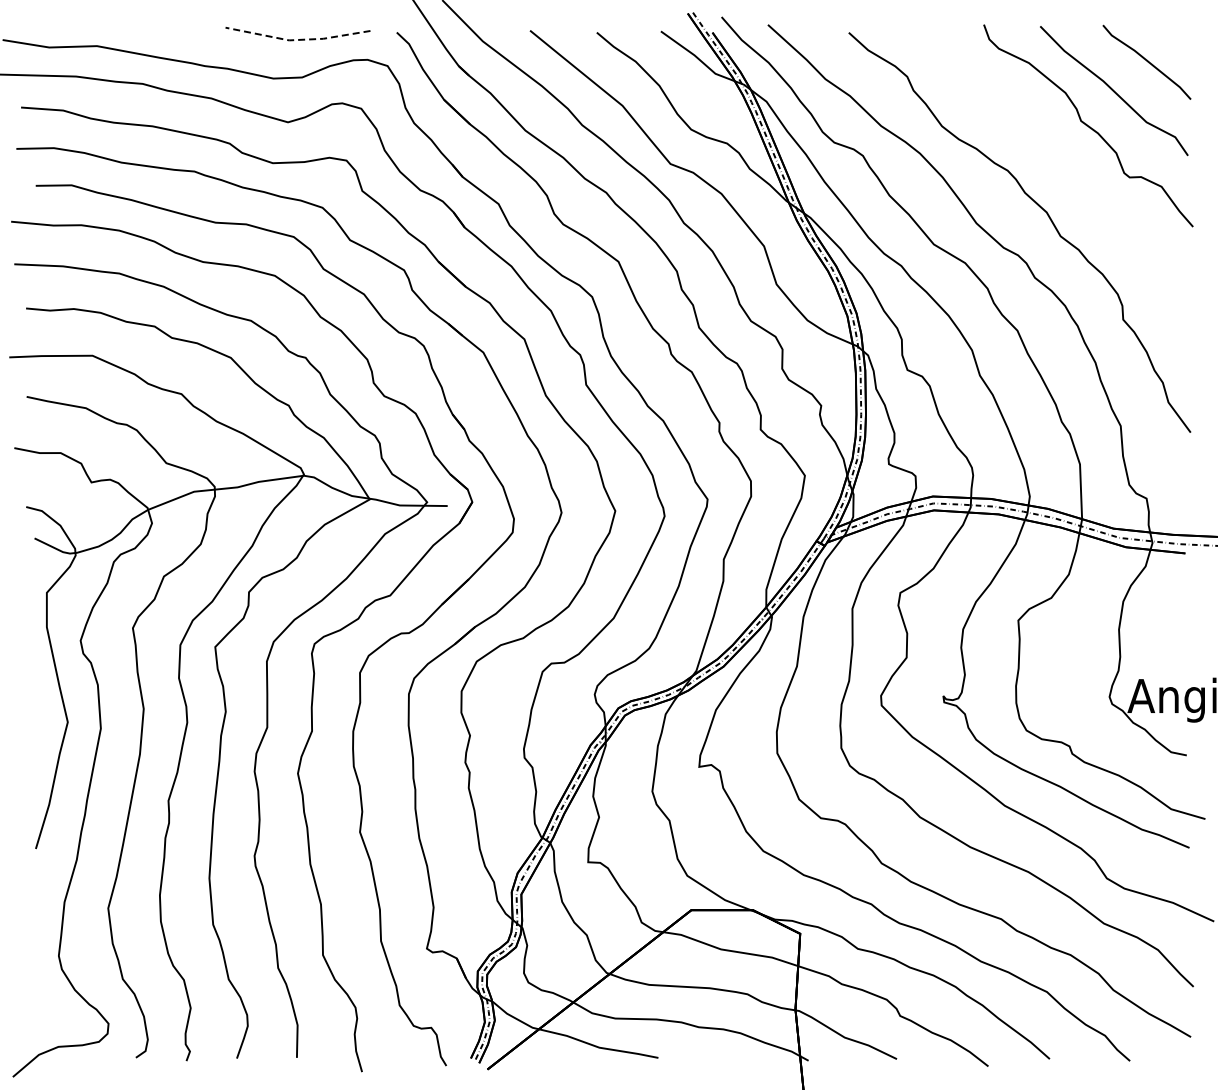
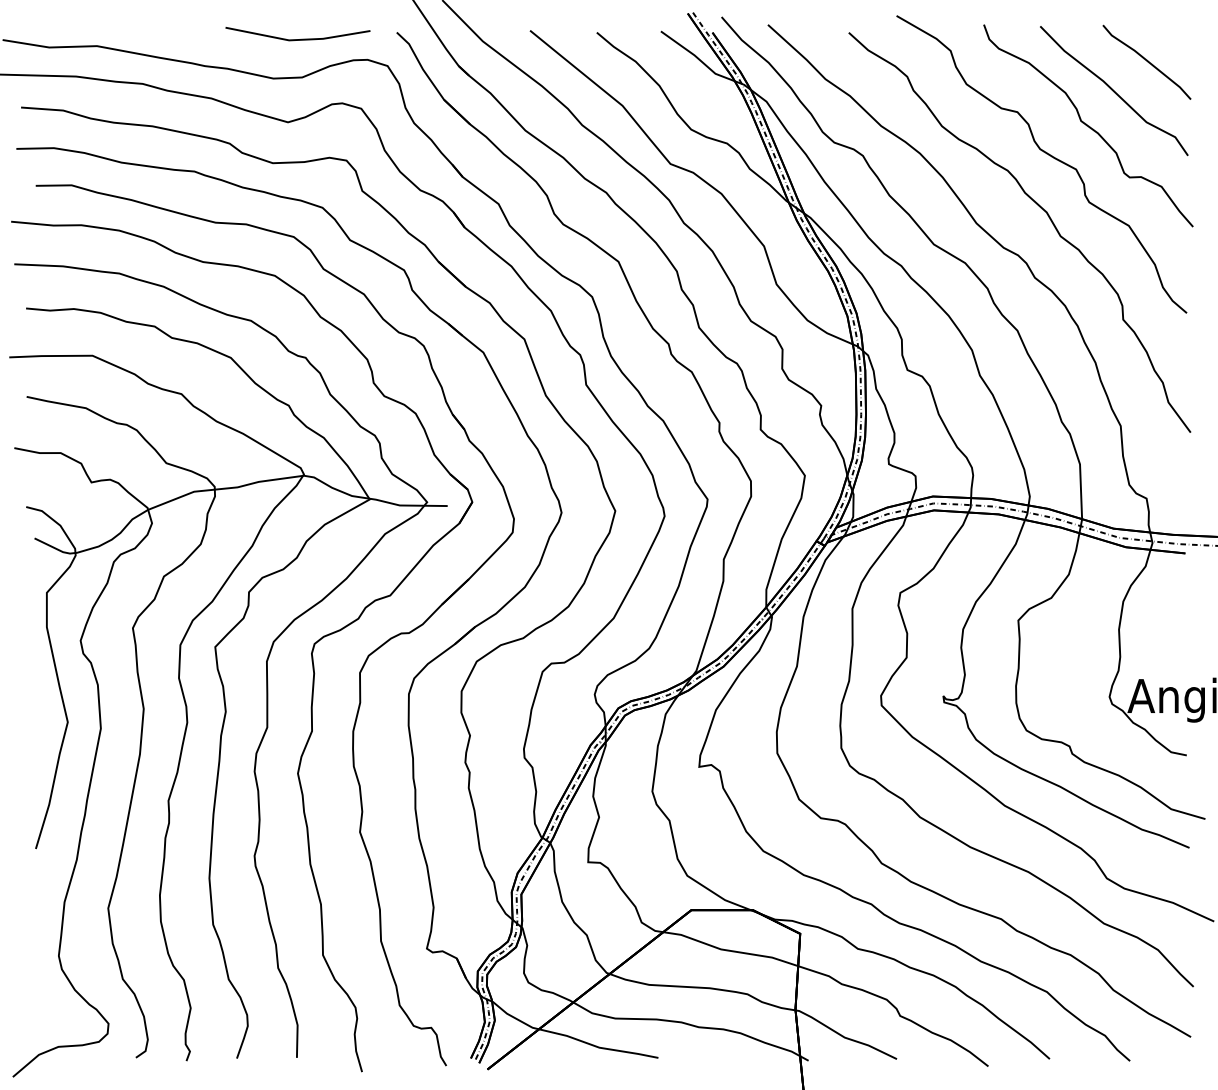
line at (297, 39): dashed -> solid
curve at (1046, 154): none -> present
